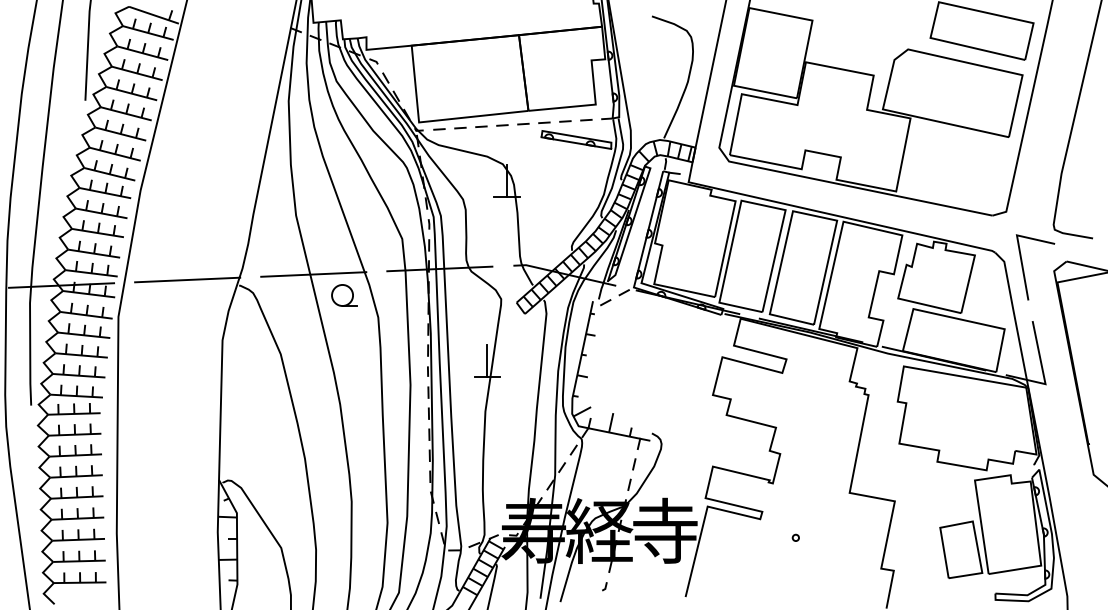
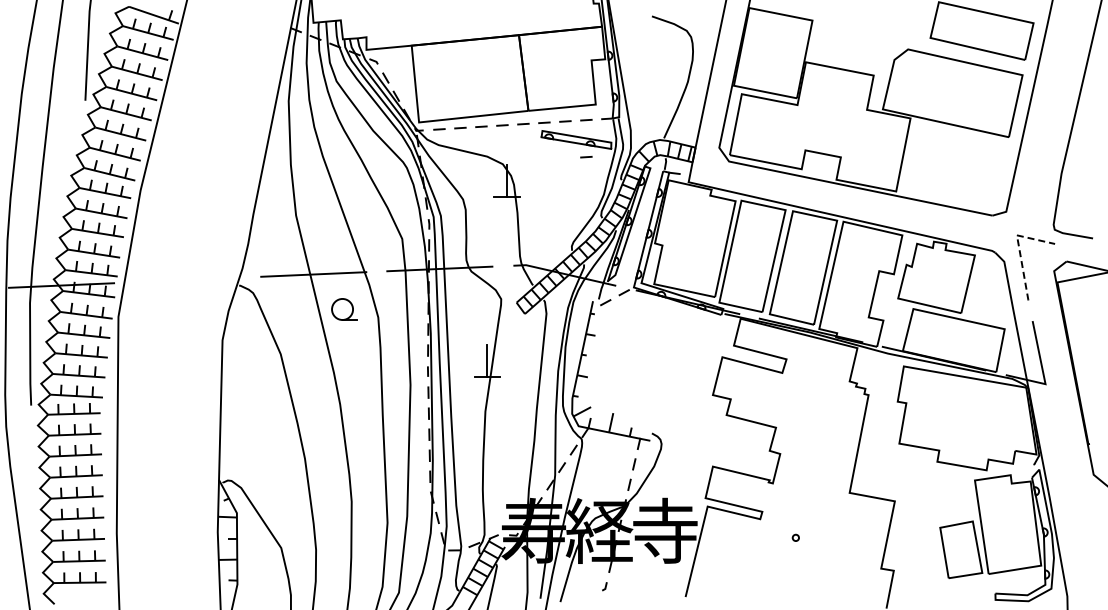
line at (586, 157): none -> present
line at (1019, 248): solid -> dashed
line at (187, 279): present -> none
part at (344, 295) position: (344, 295) -> (344, 309)
